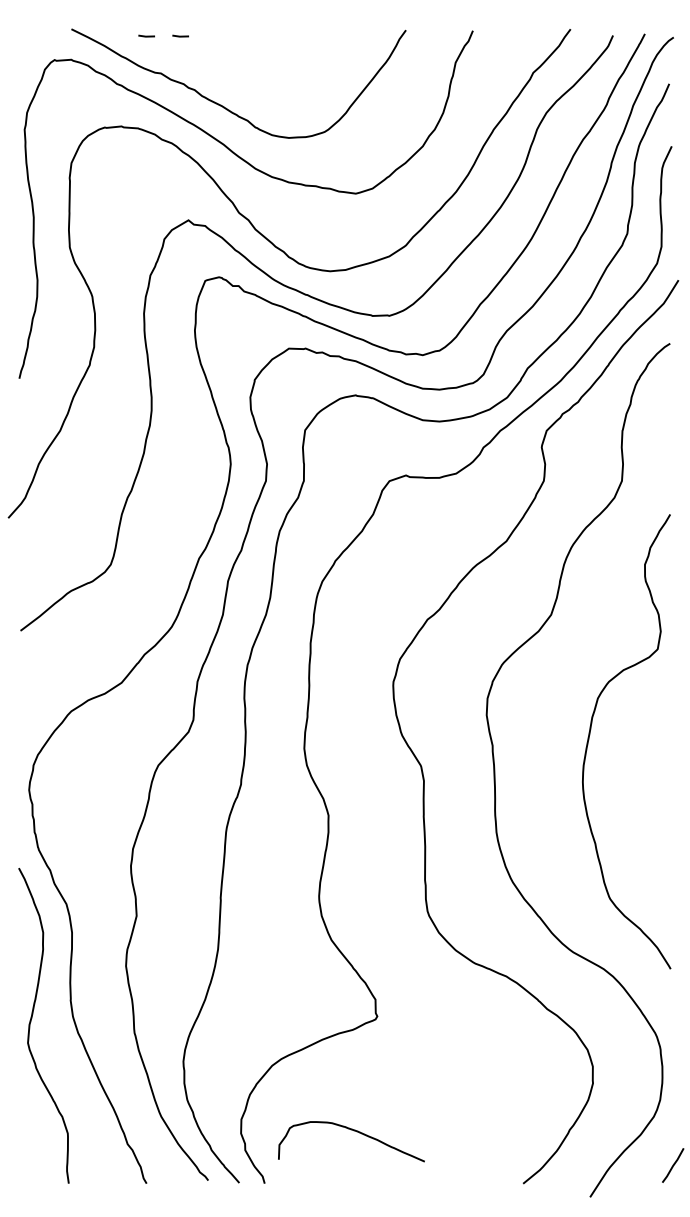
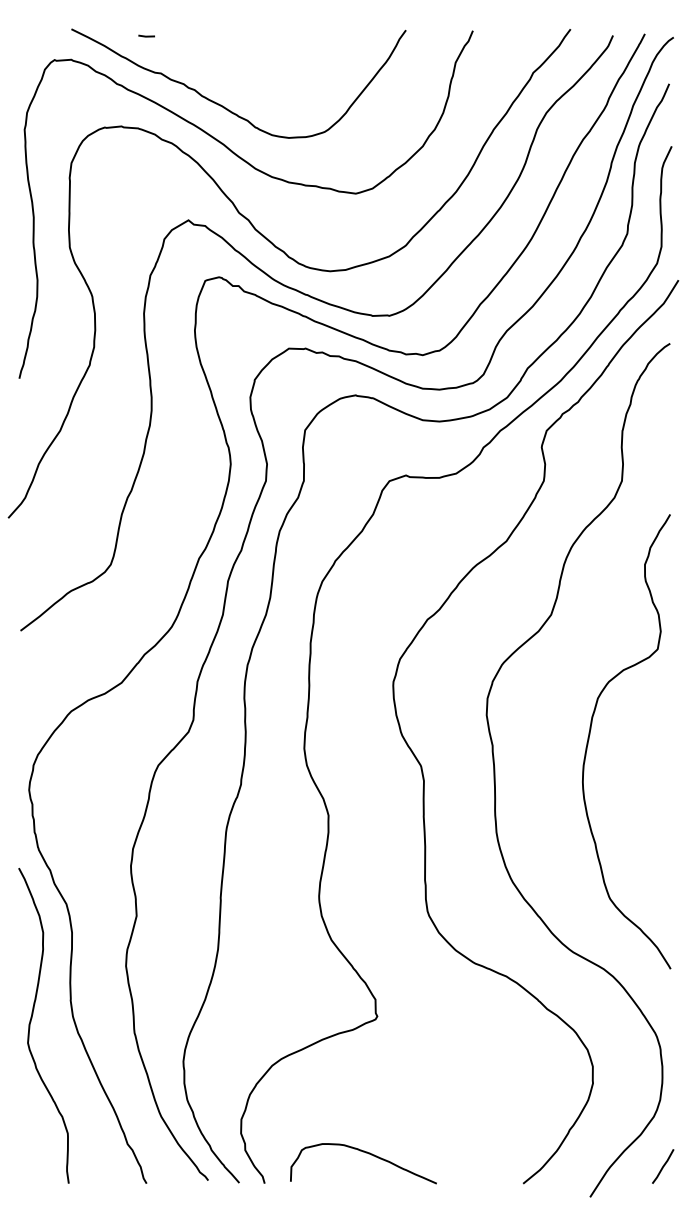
line at (180, 35): present -> none
curve at (356, 1132) position: (356, 1132) -> (368, 1154)
line at (673, 1165) position: (673, 1165) -> (663, 1166)
